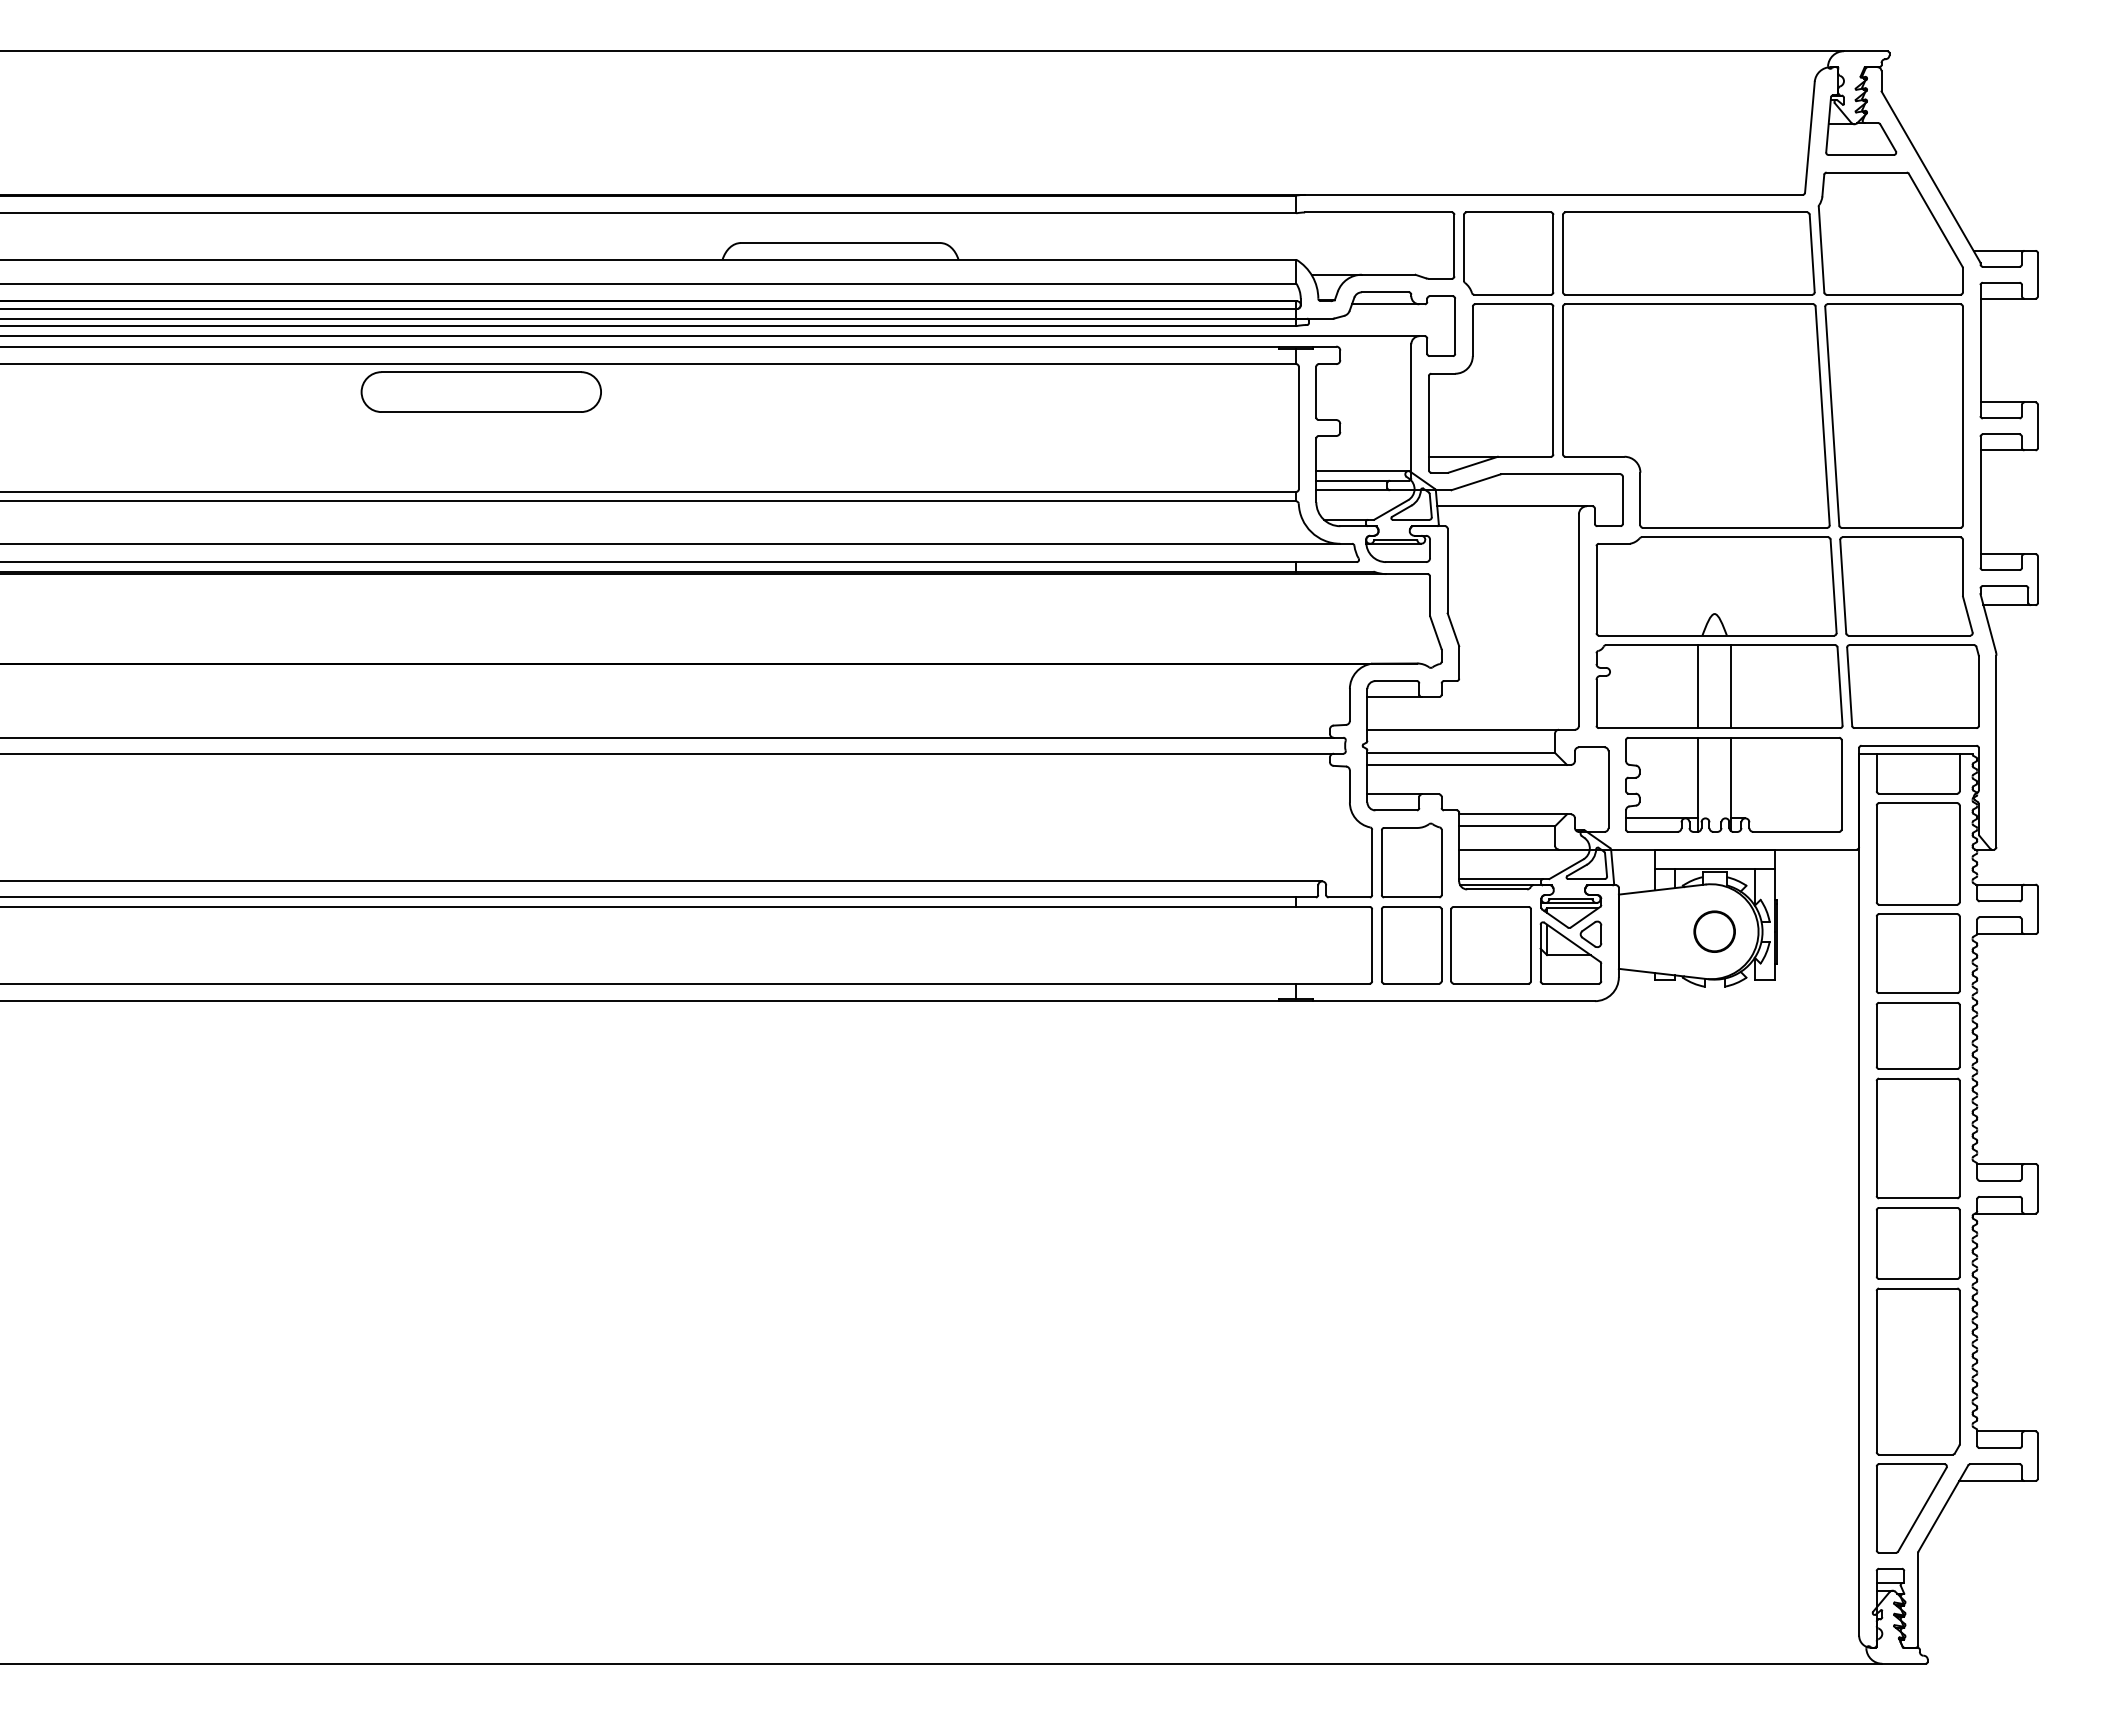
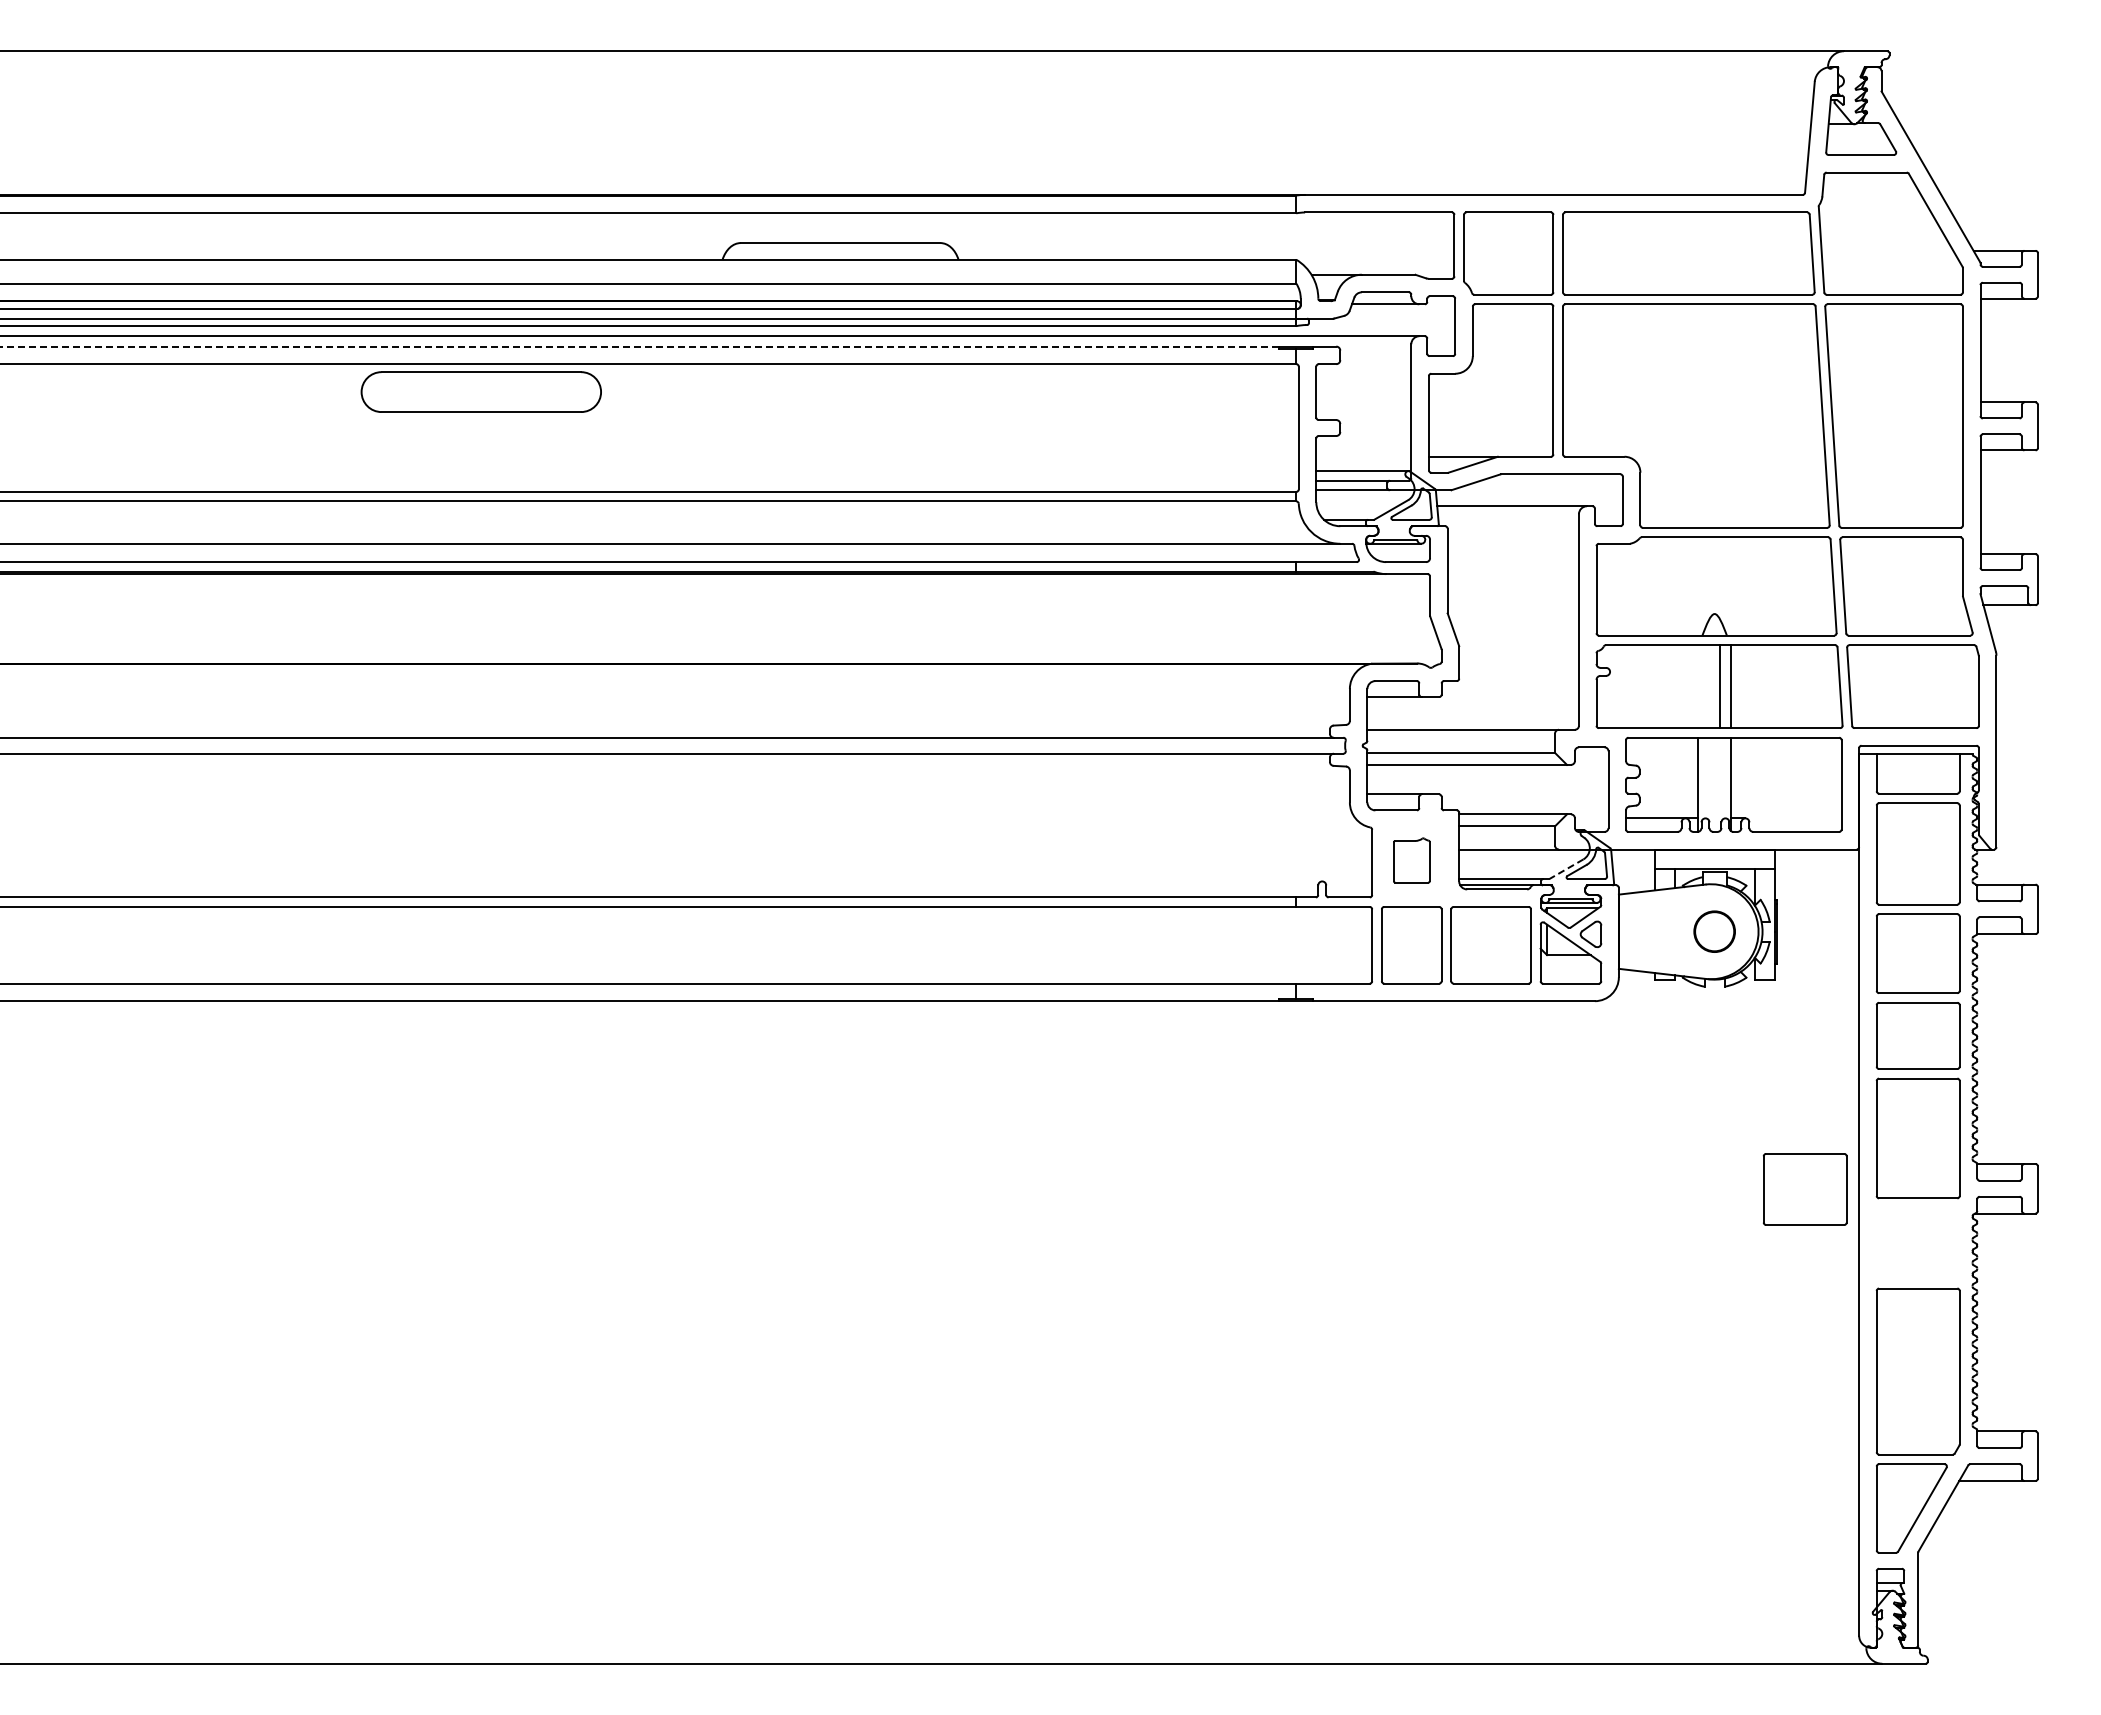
line at (639, 346): solid -> dashed
line at (1697, 686) position: (1697, 686) -> (1719, 686)
part at (1411, 860) size: 62x77 px -> 38x47 px
line at (1566, 869): solid -> dashed
line at (662, 881): present -> none
part at (1917, 1243) position: (1917, 1243) -> (1804, 1189)
